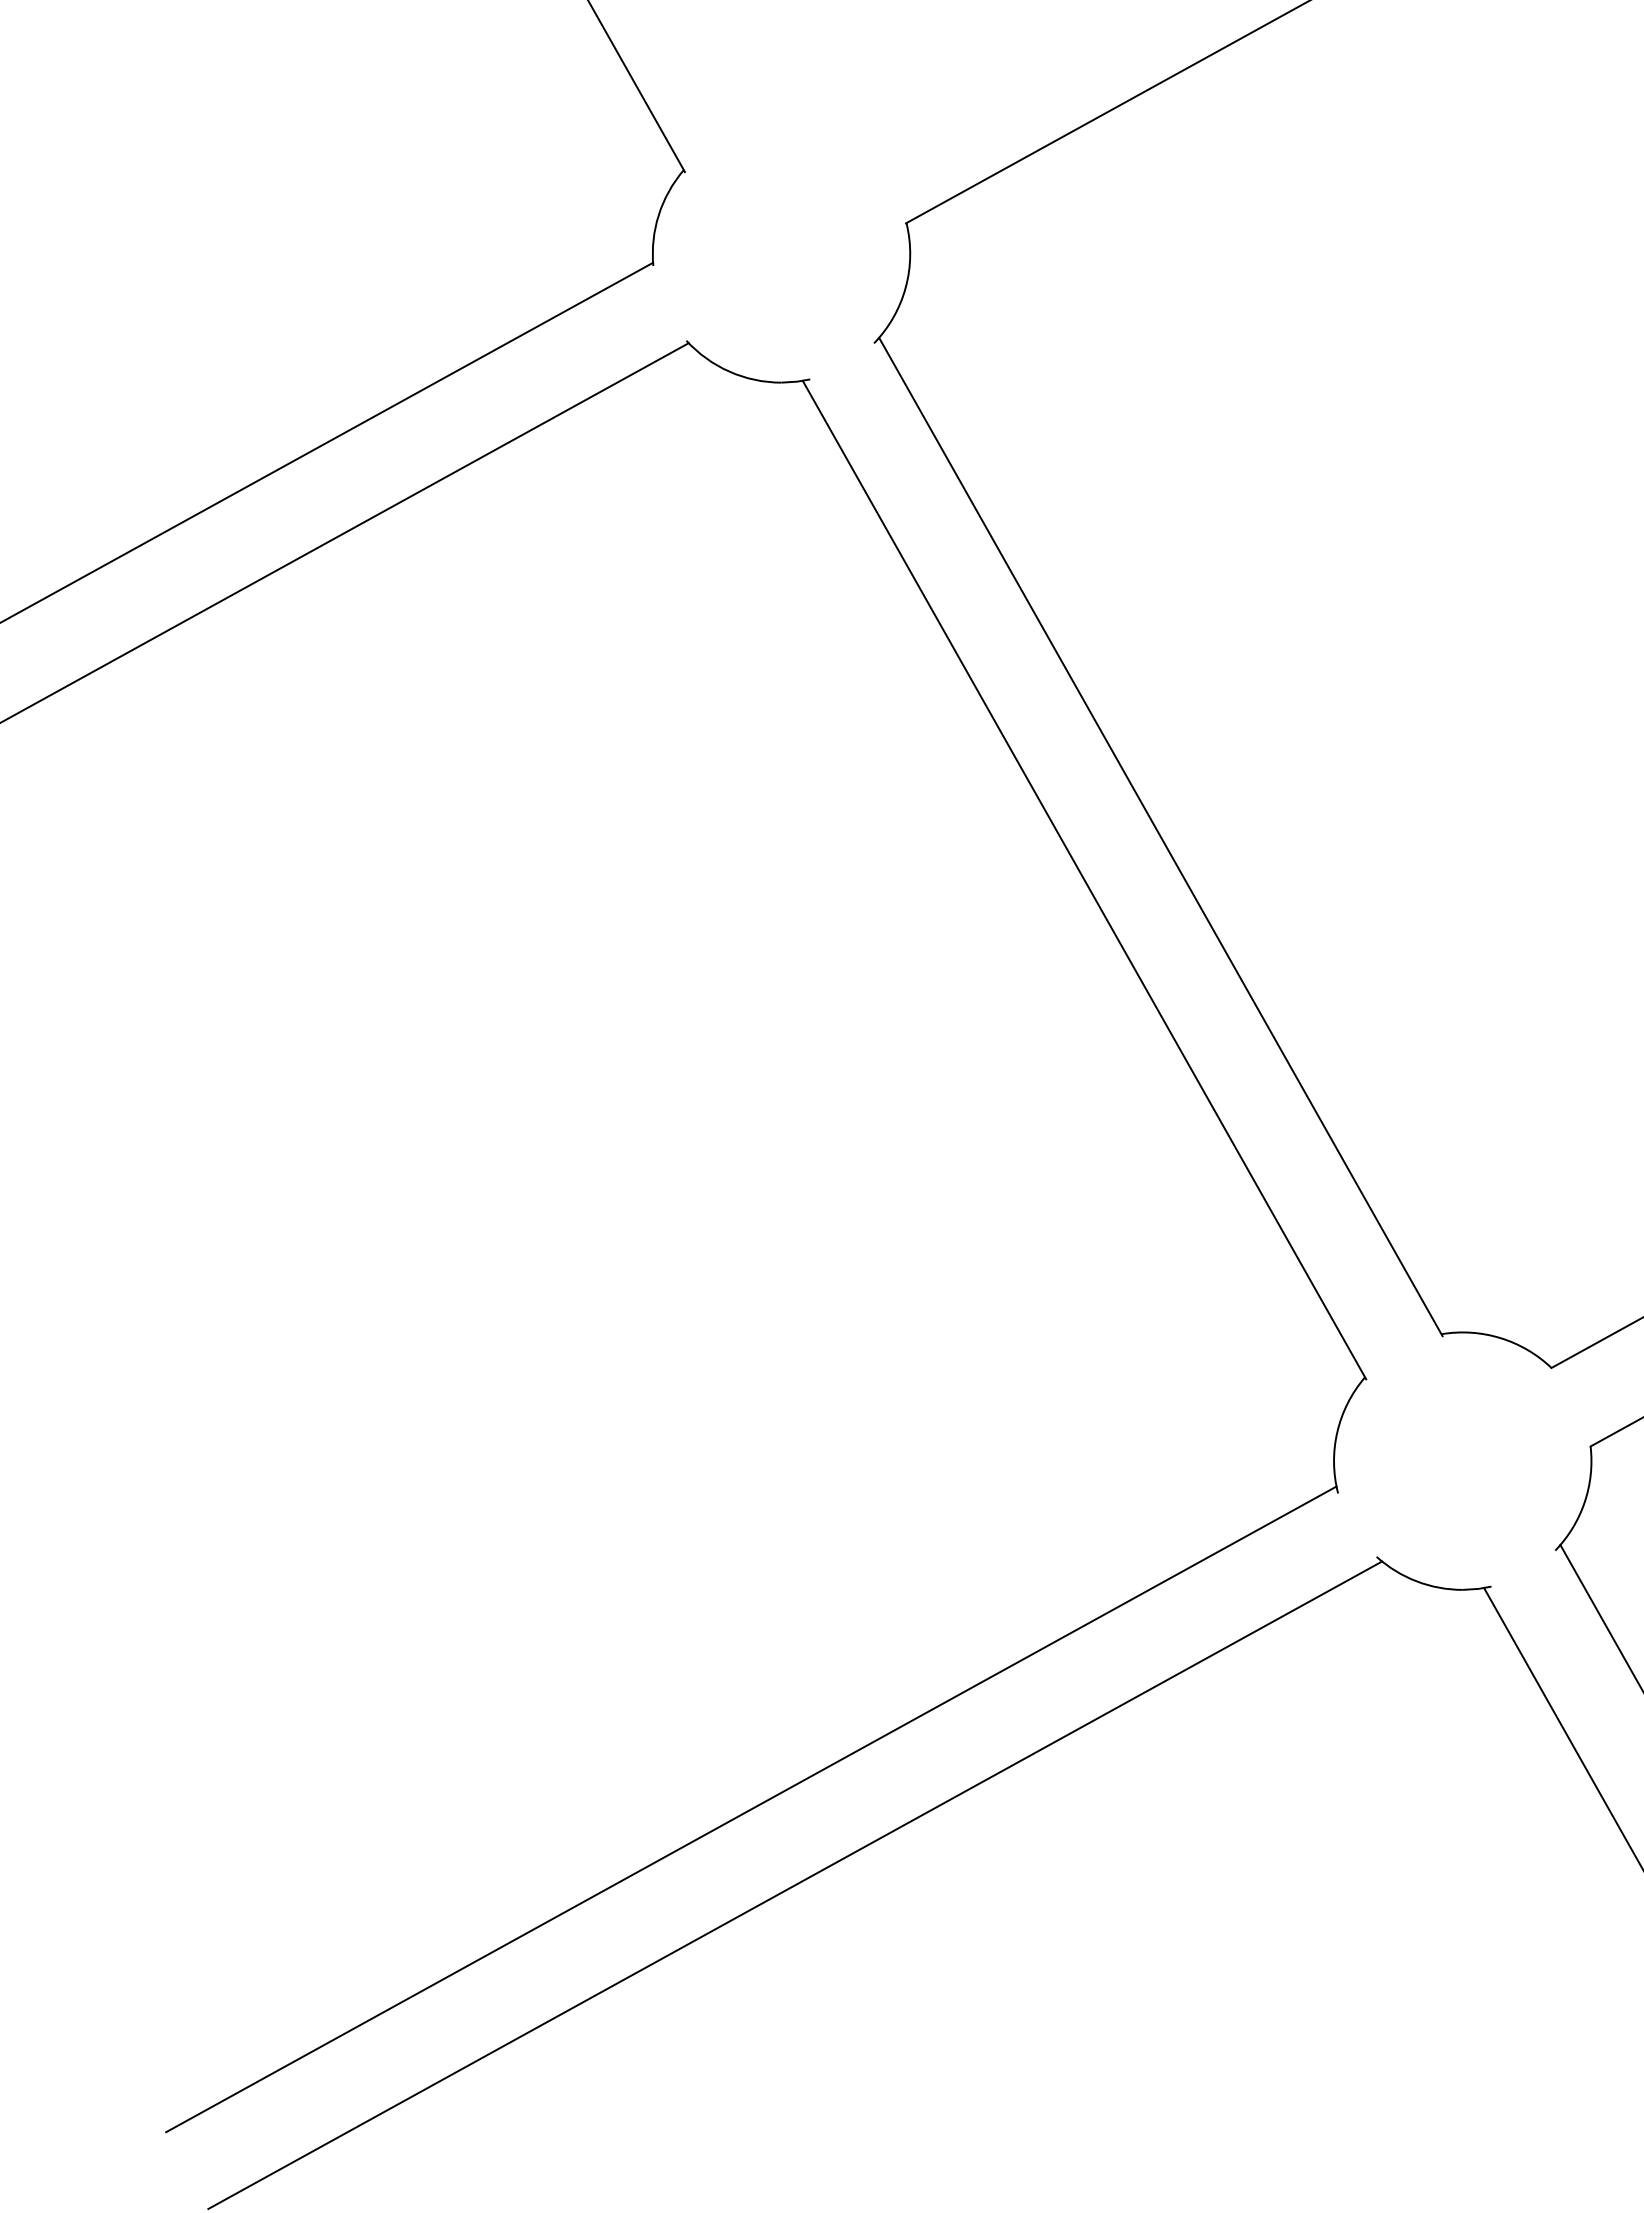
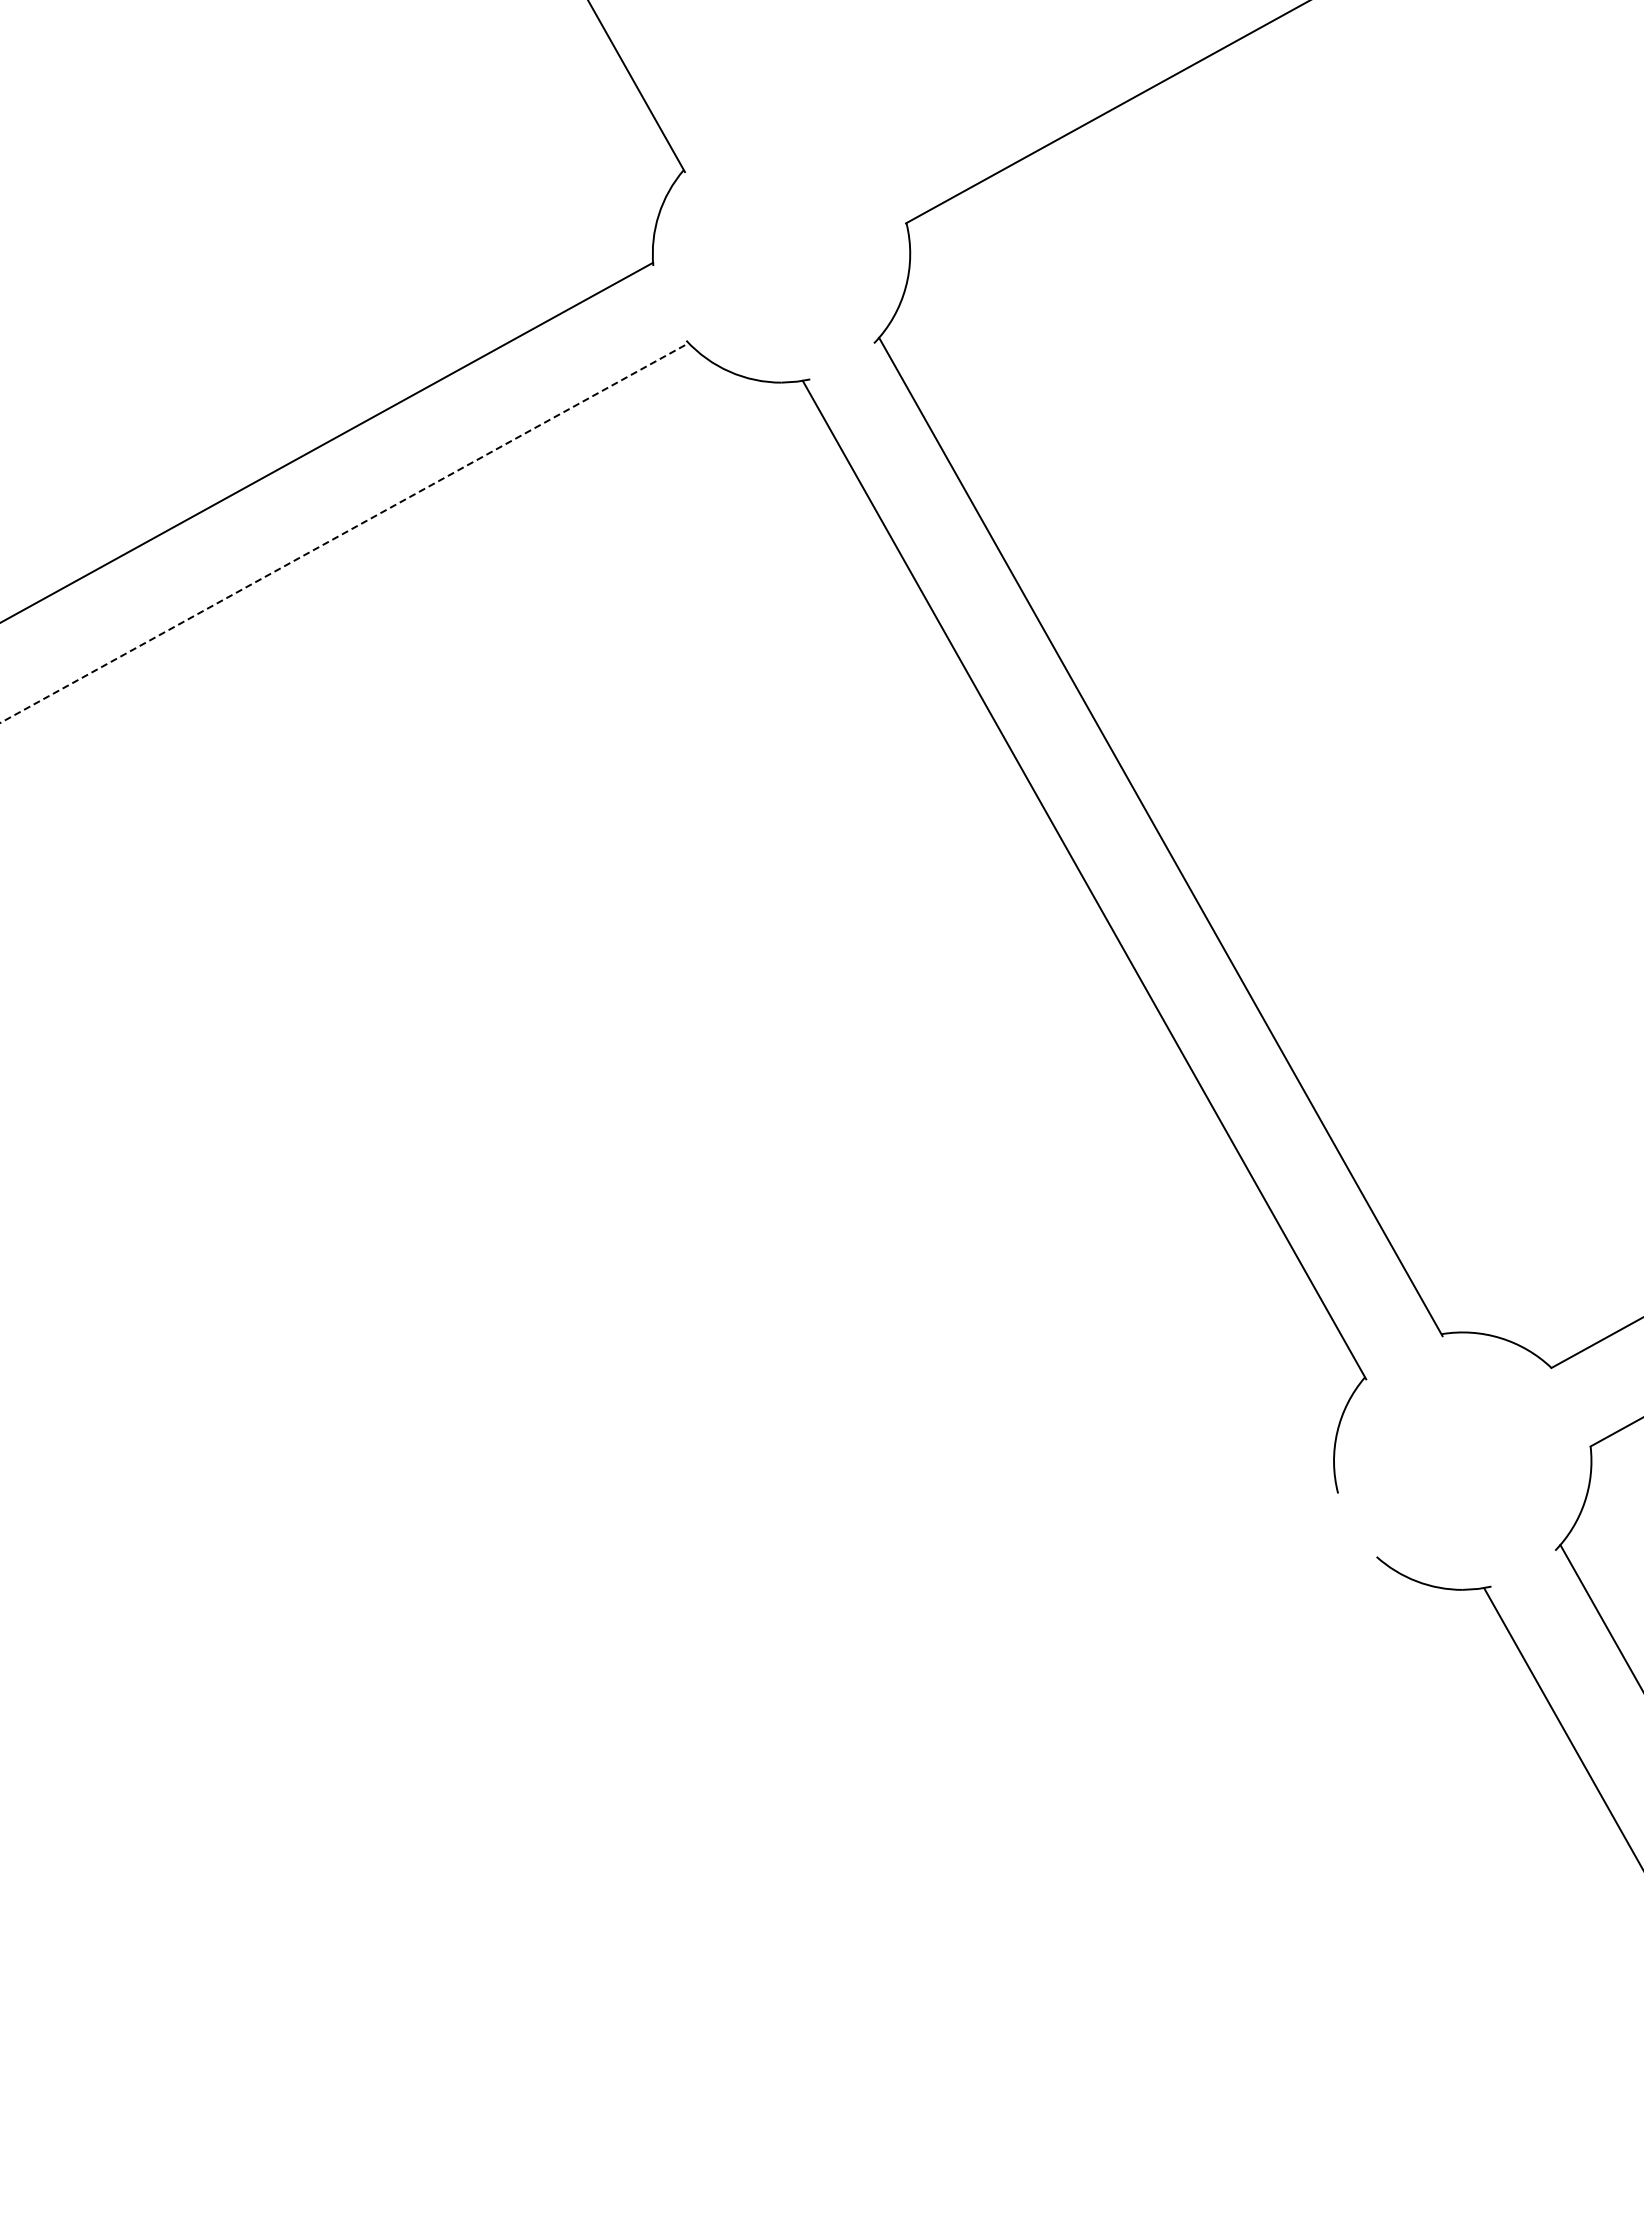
line at (344, 532): solid -> dashed
line at (751, 1809): present -> none
line at (795, 1885): present -> none
